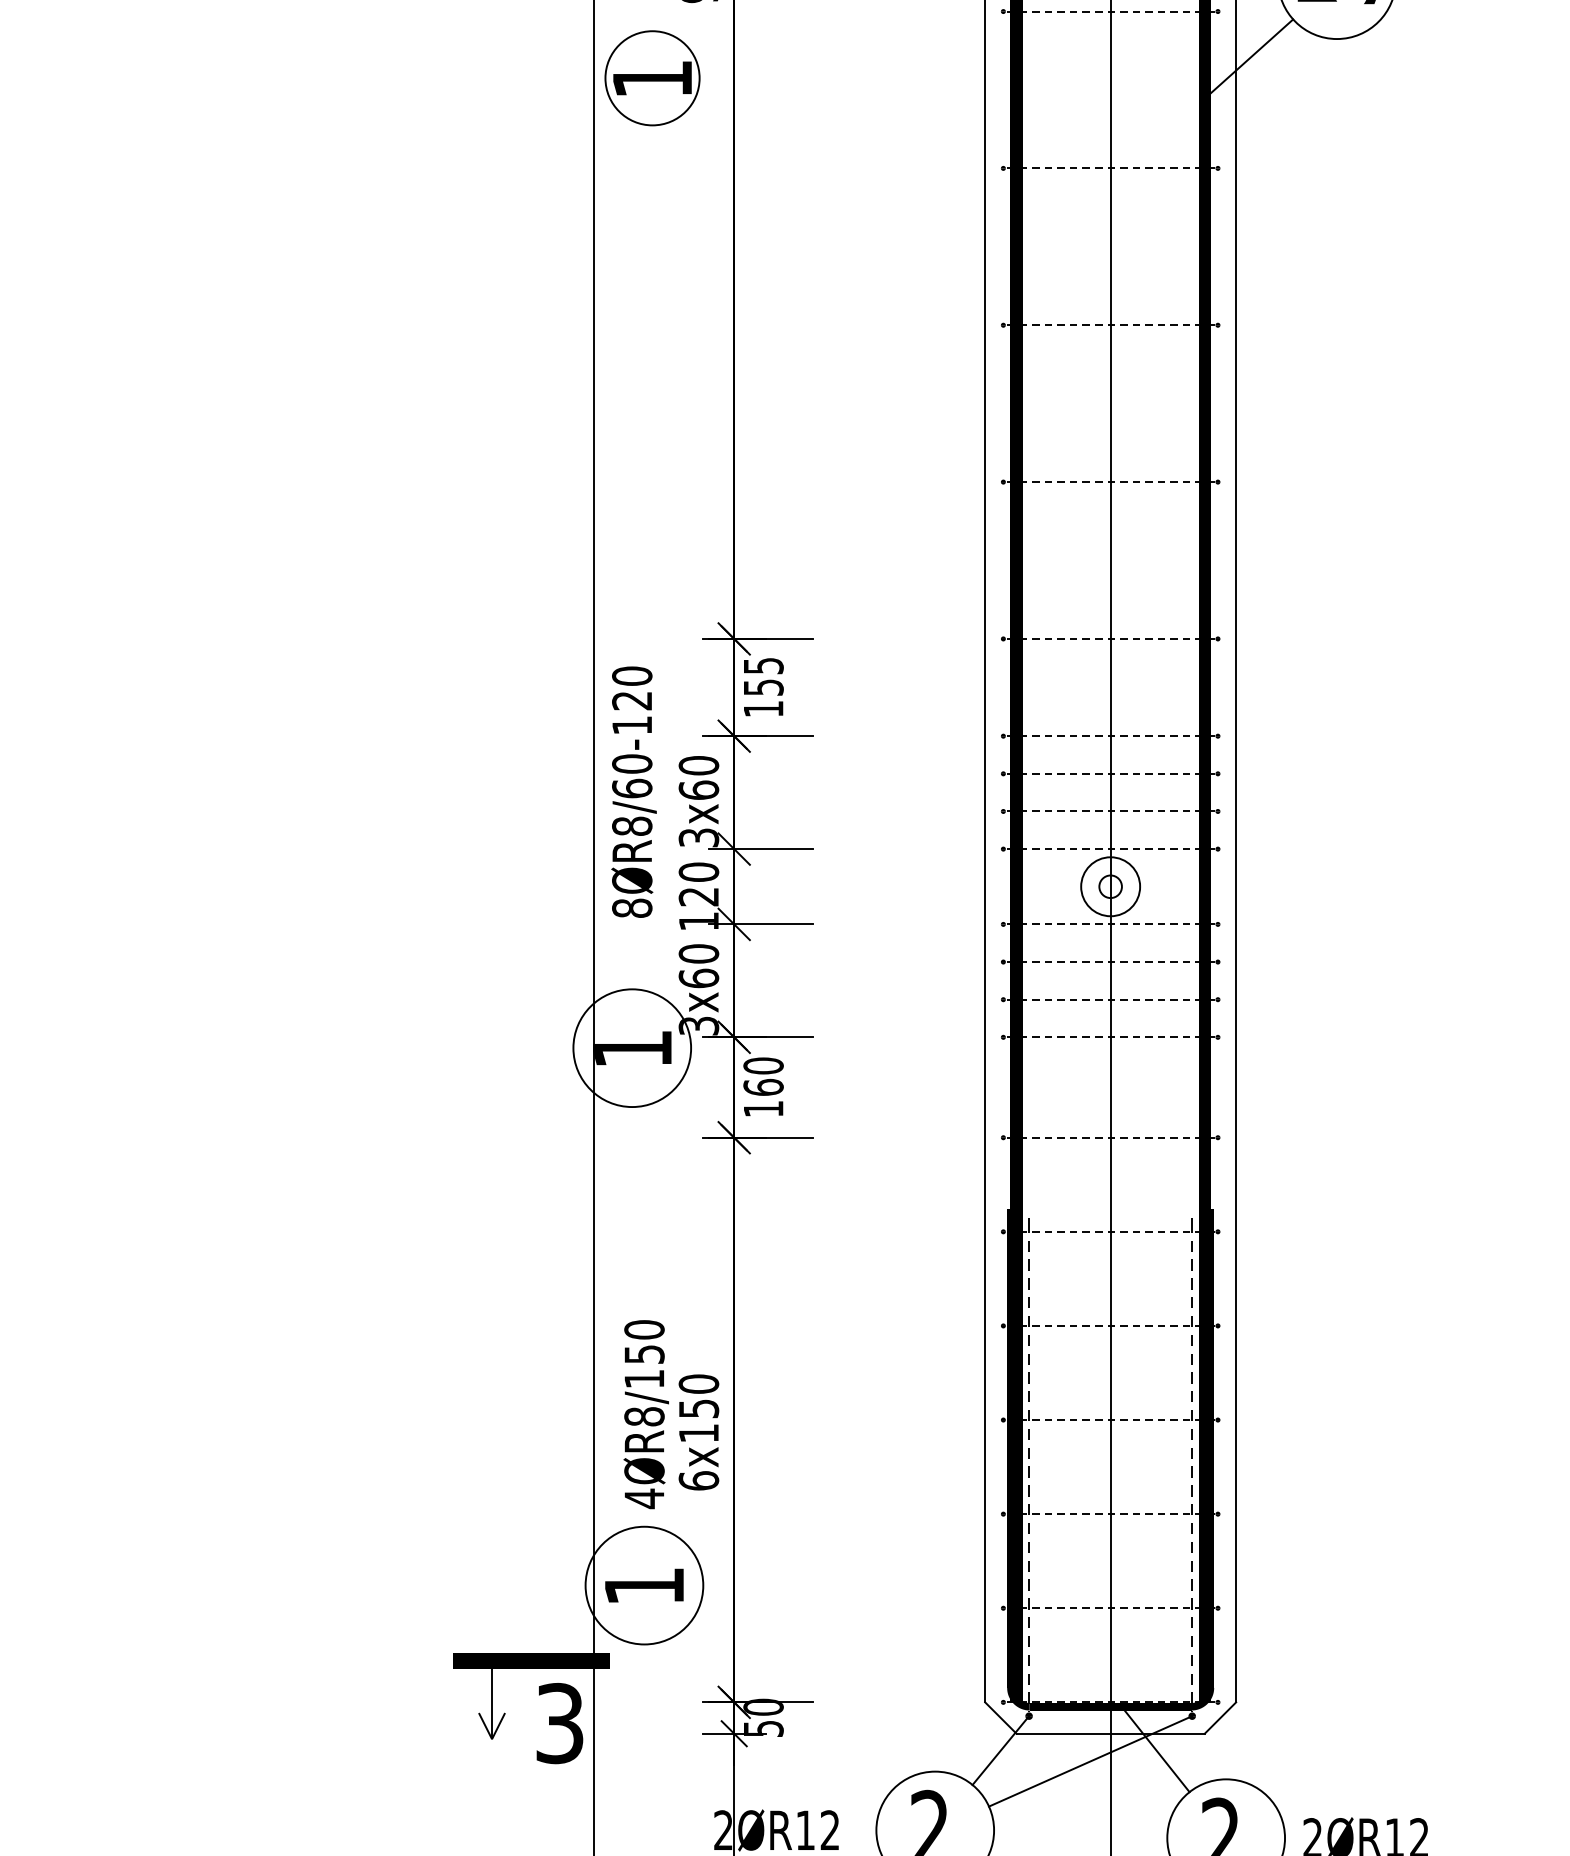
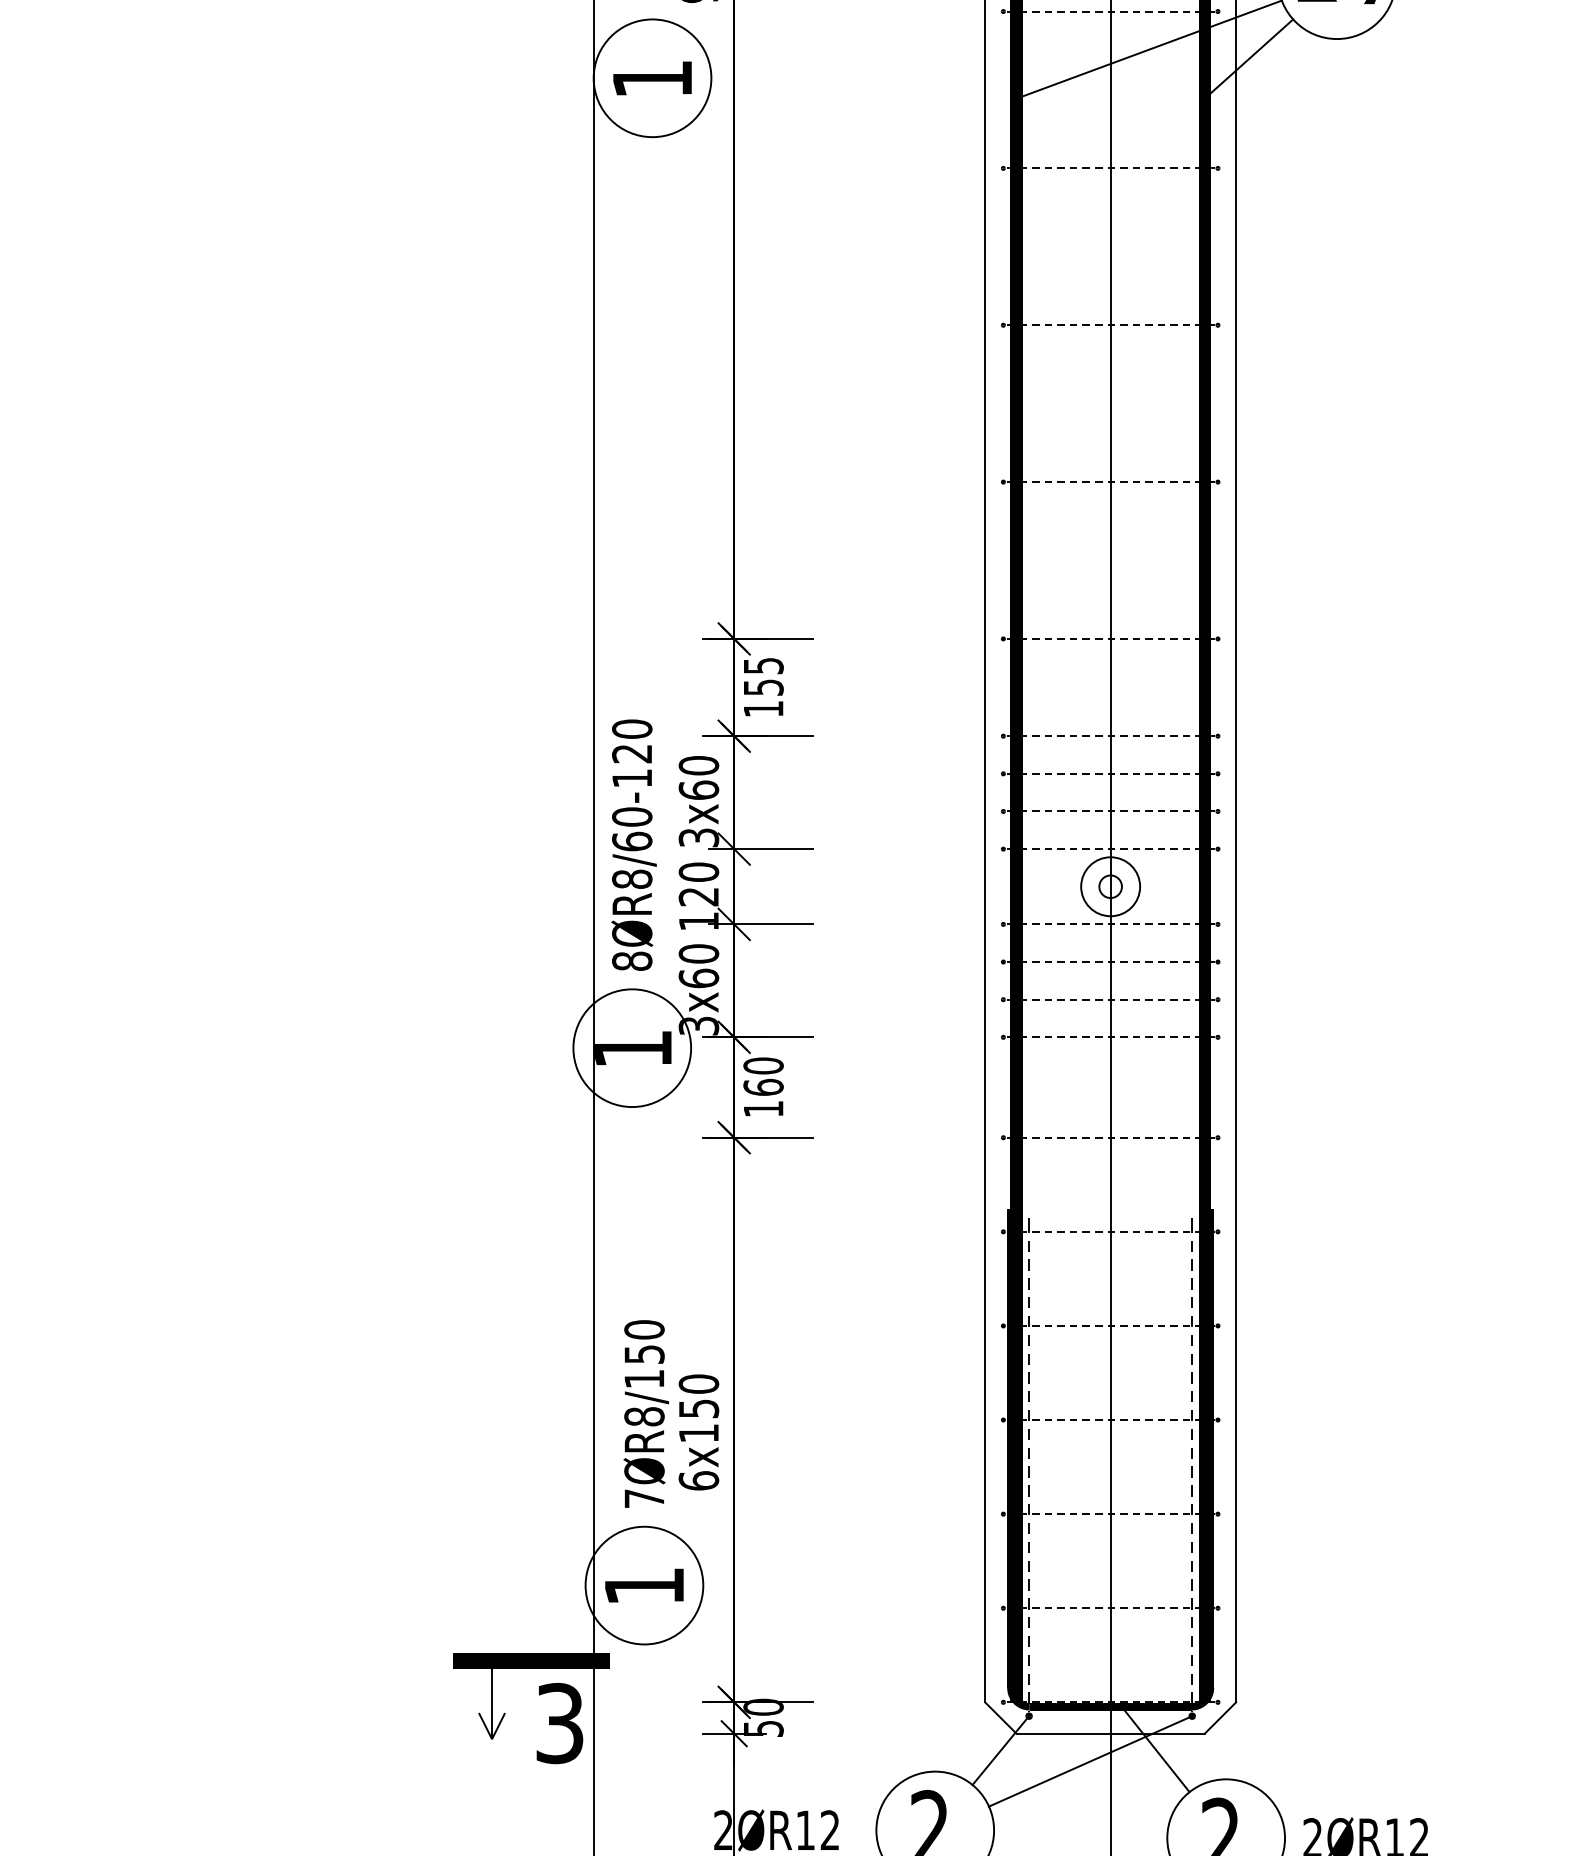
line at (1147, 50): none -> present
circle at (652, 78) diameter: 94 px -> 118 px
text at (633, 791) position: (633, 791) -> (633, 844)
text at (644, 1498): 4ØR8/150 -> 7ØR8/150
